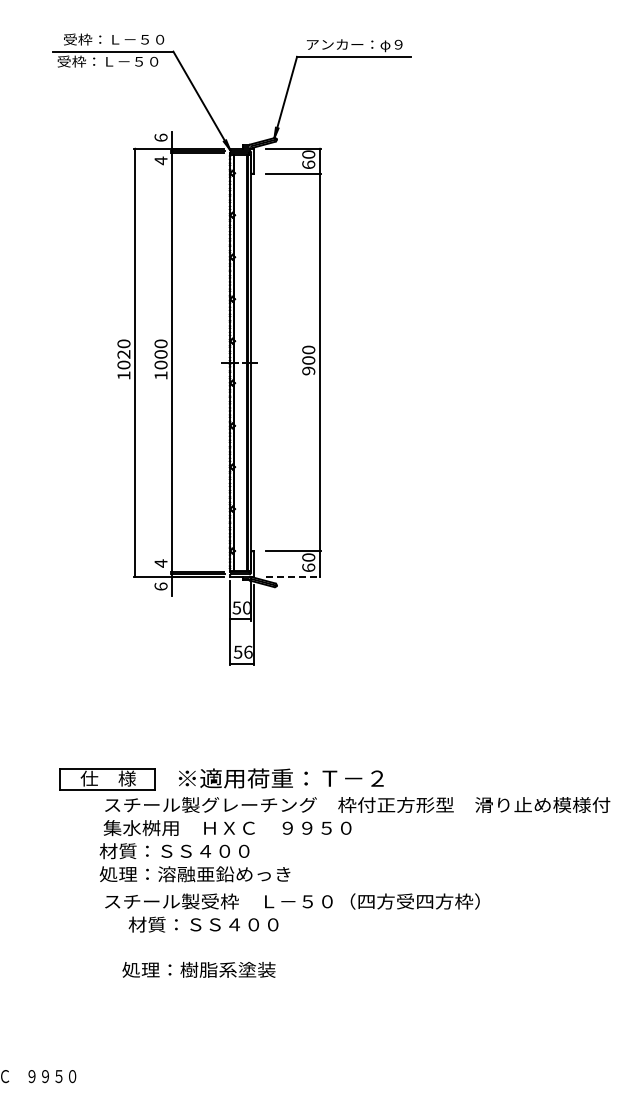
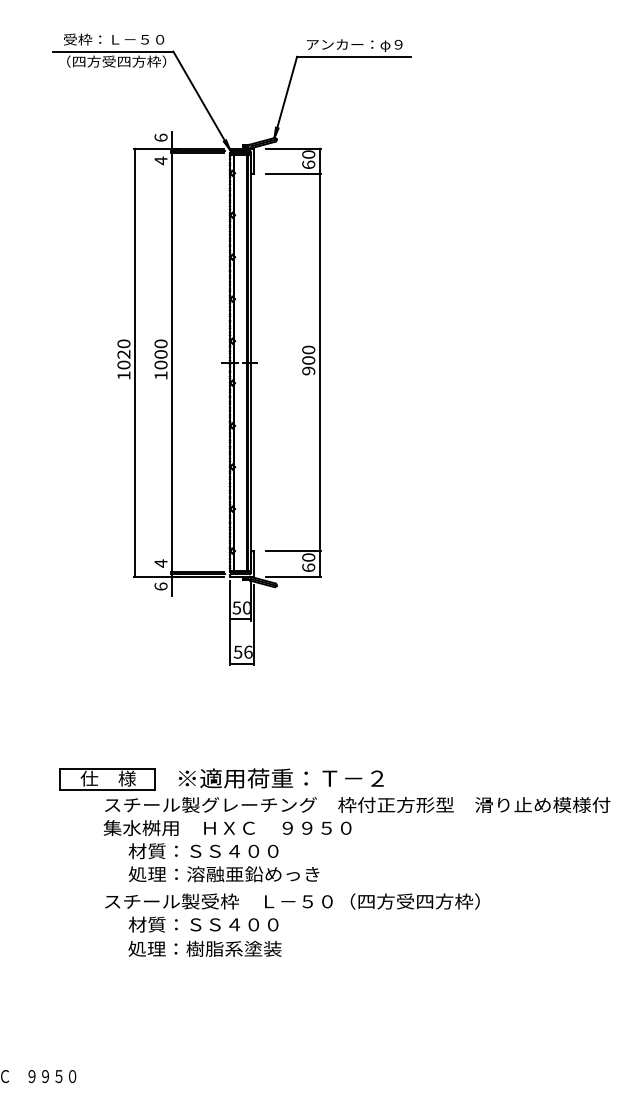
text at (111, 61): 受枠：Ｌ－５０ -> （四方受四方枠）
line at (293, 576): dashed -> solid
text at (194, 862) position: (194, 862) -> (223, 862)
text at (198, 969) position: (198, 969) -> (204, 948)
